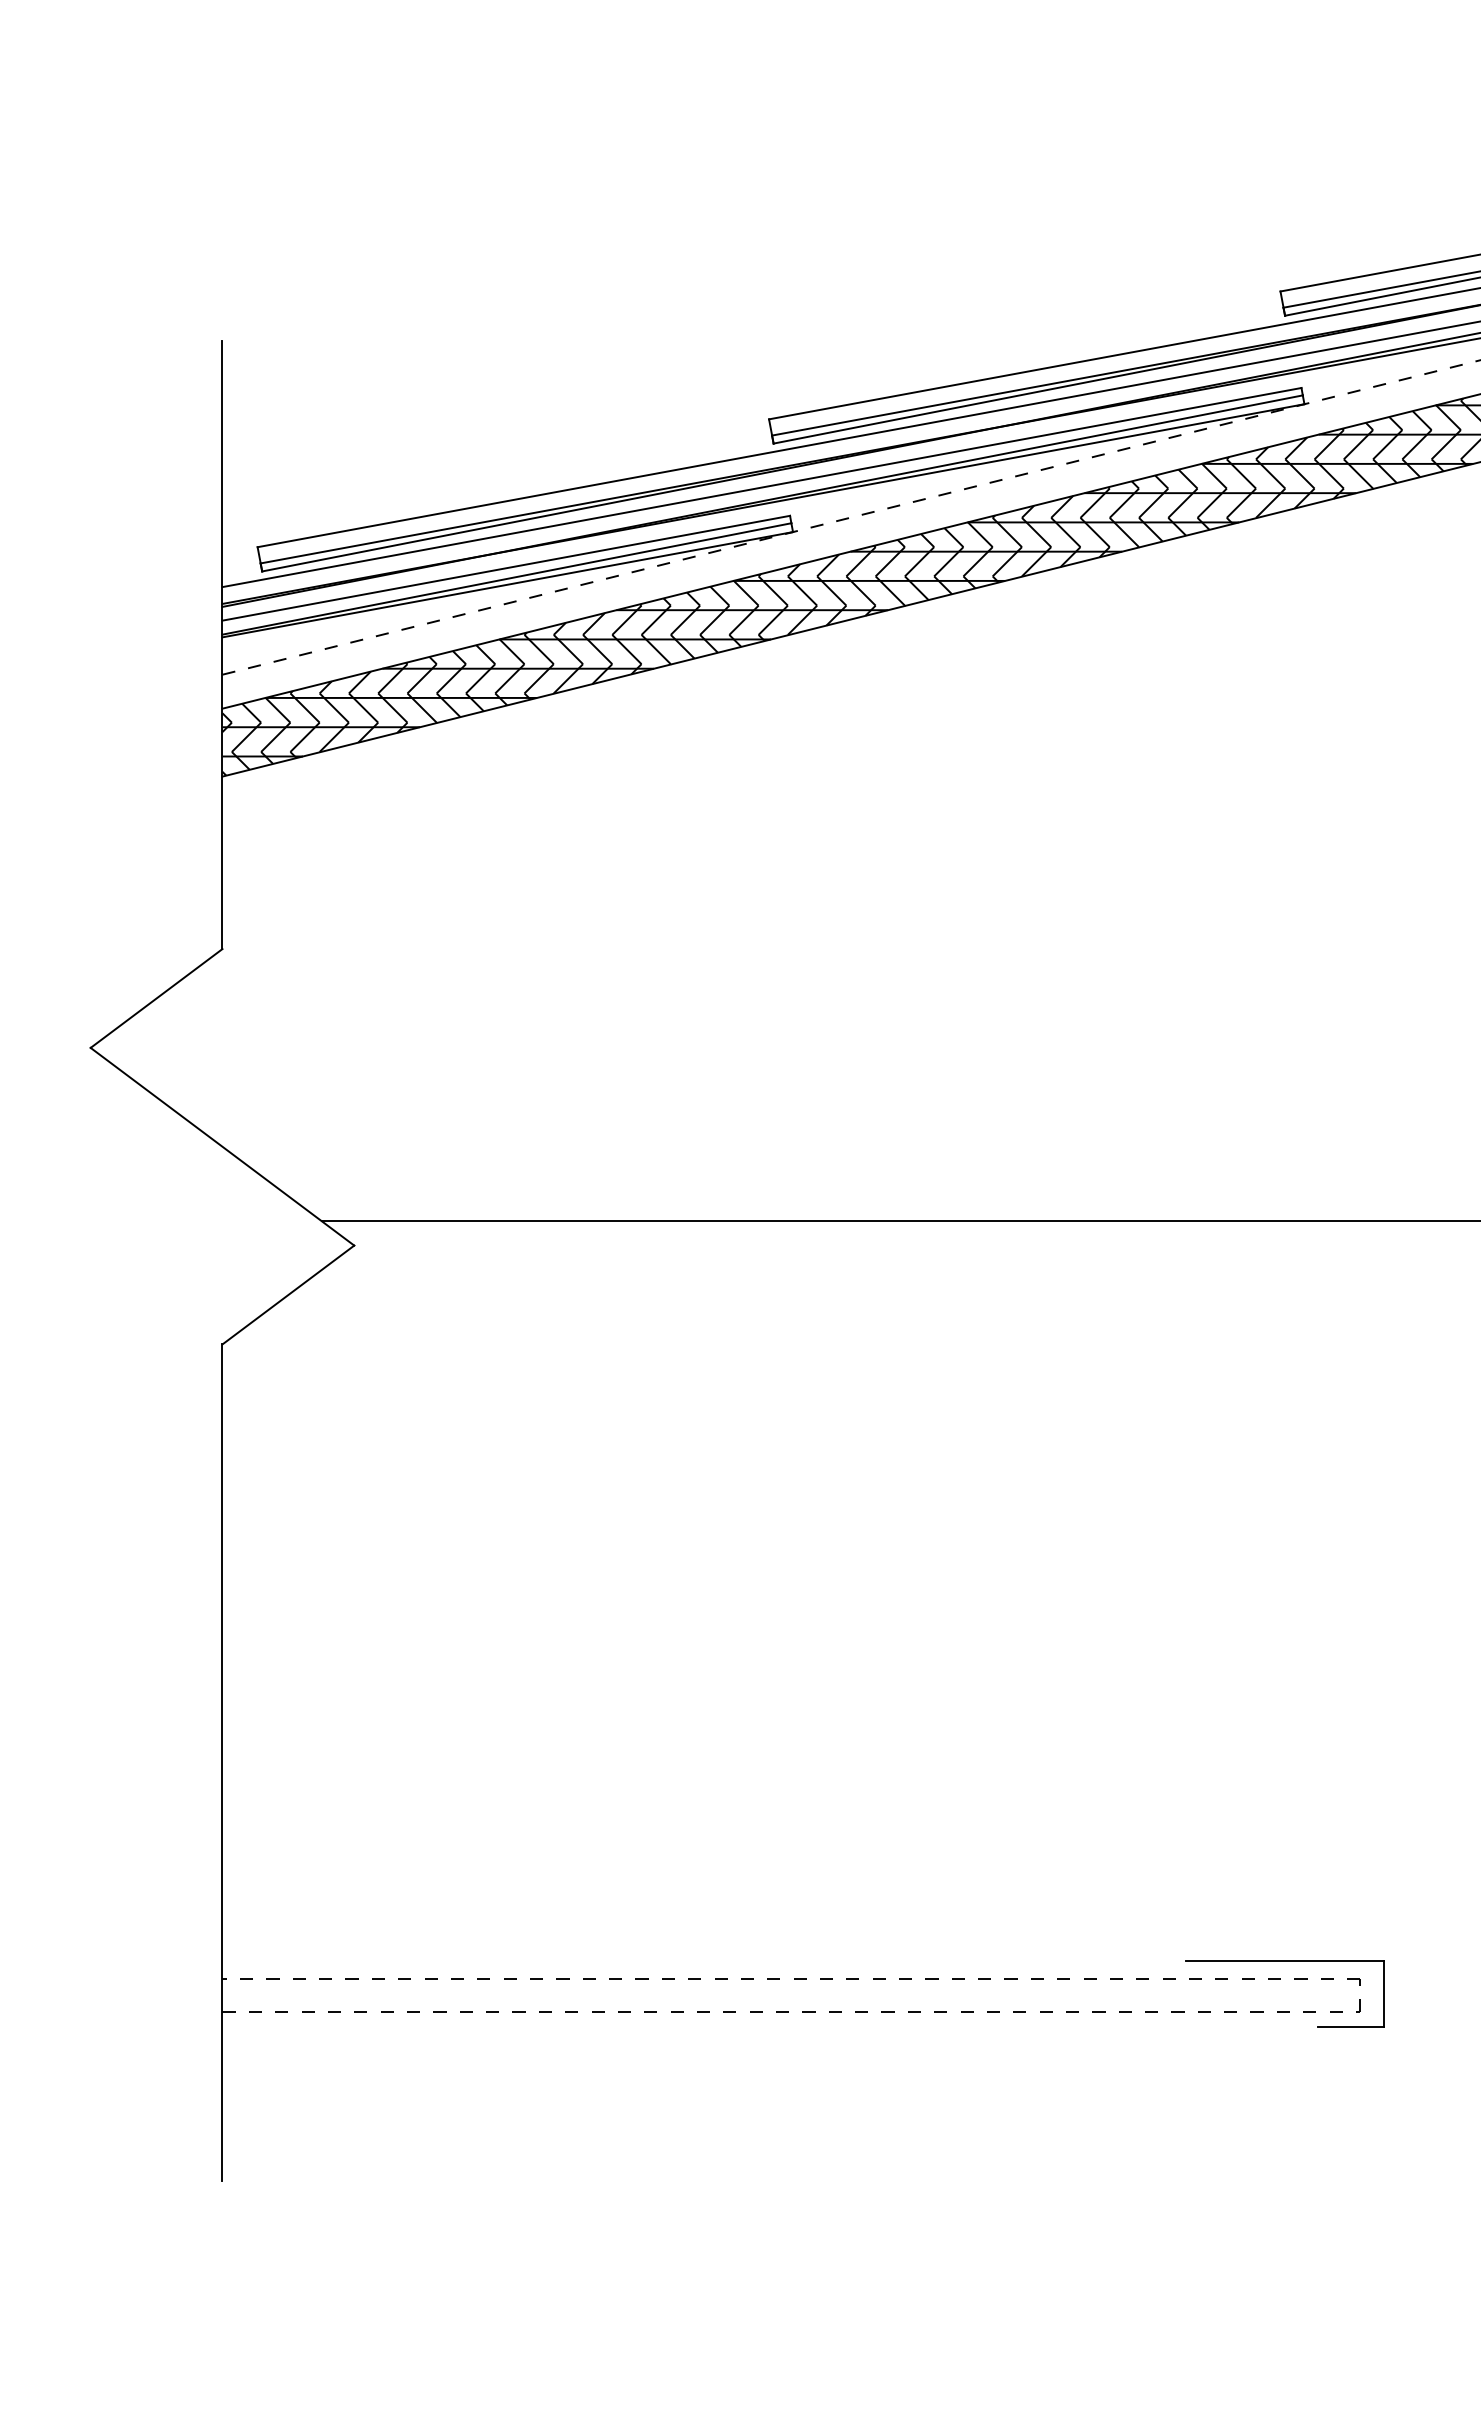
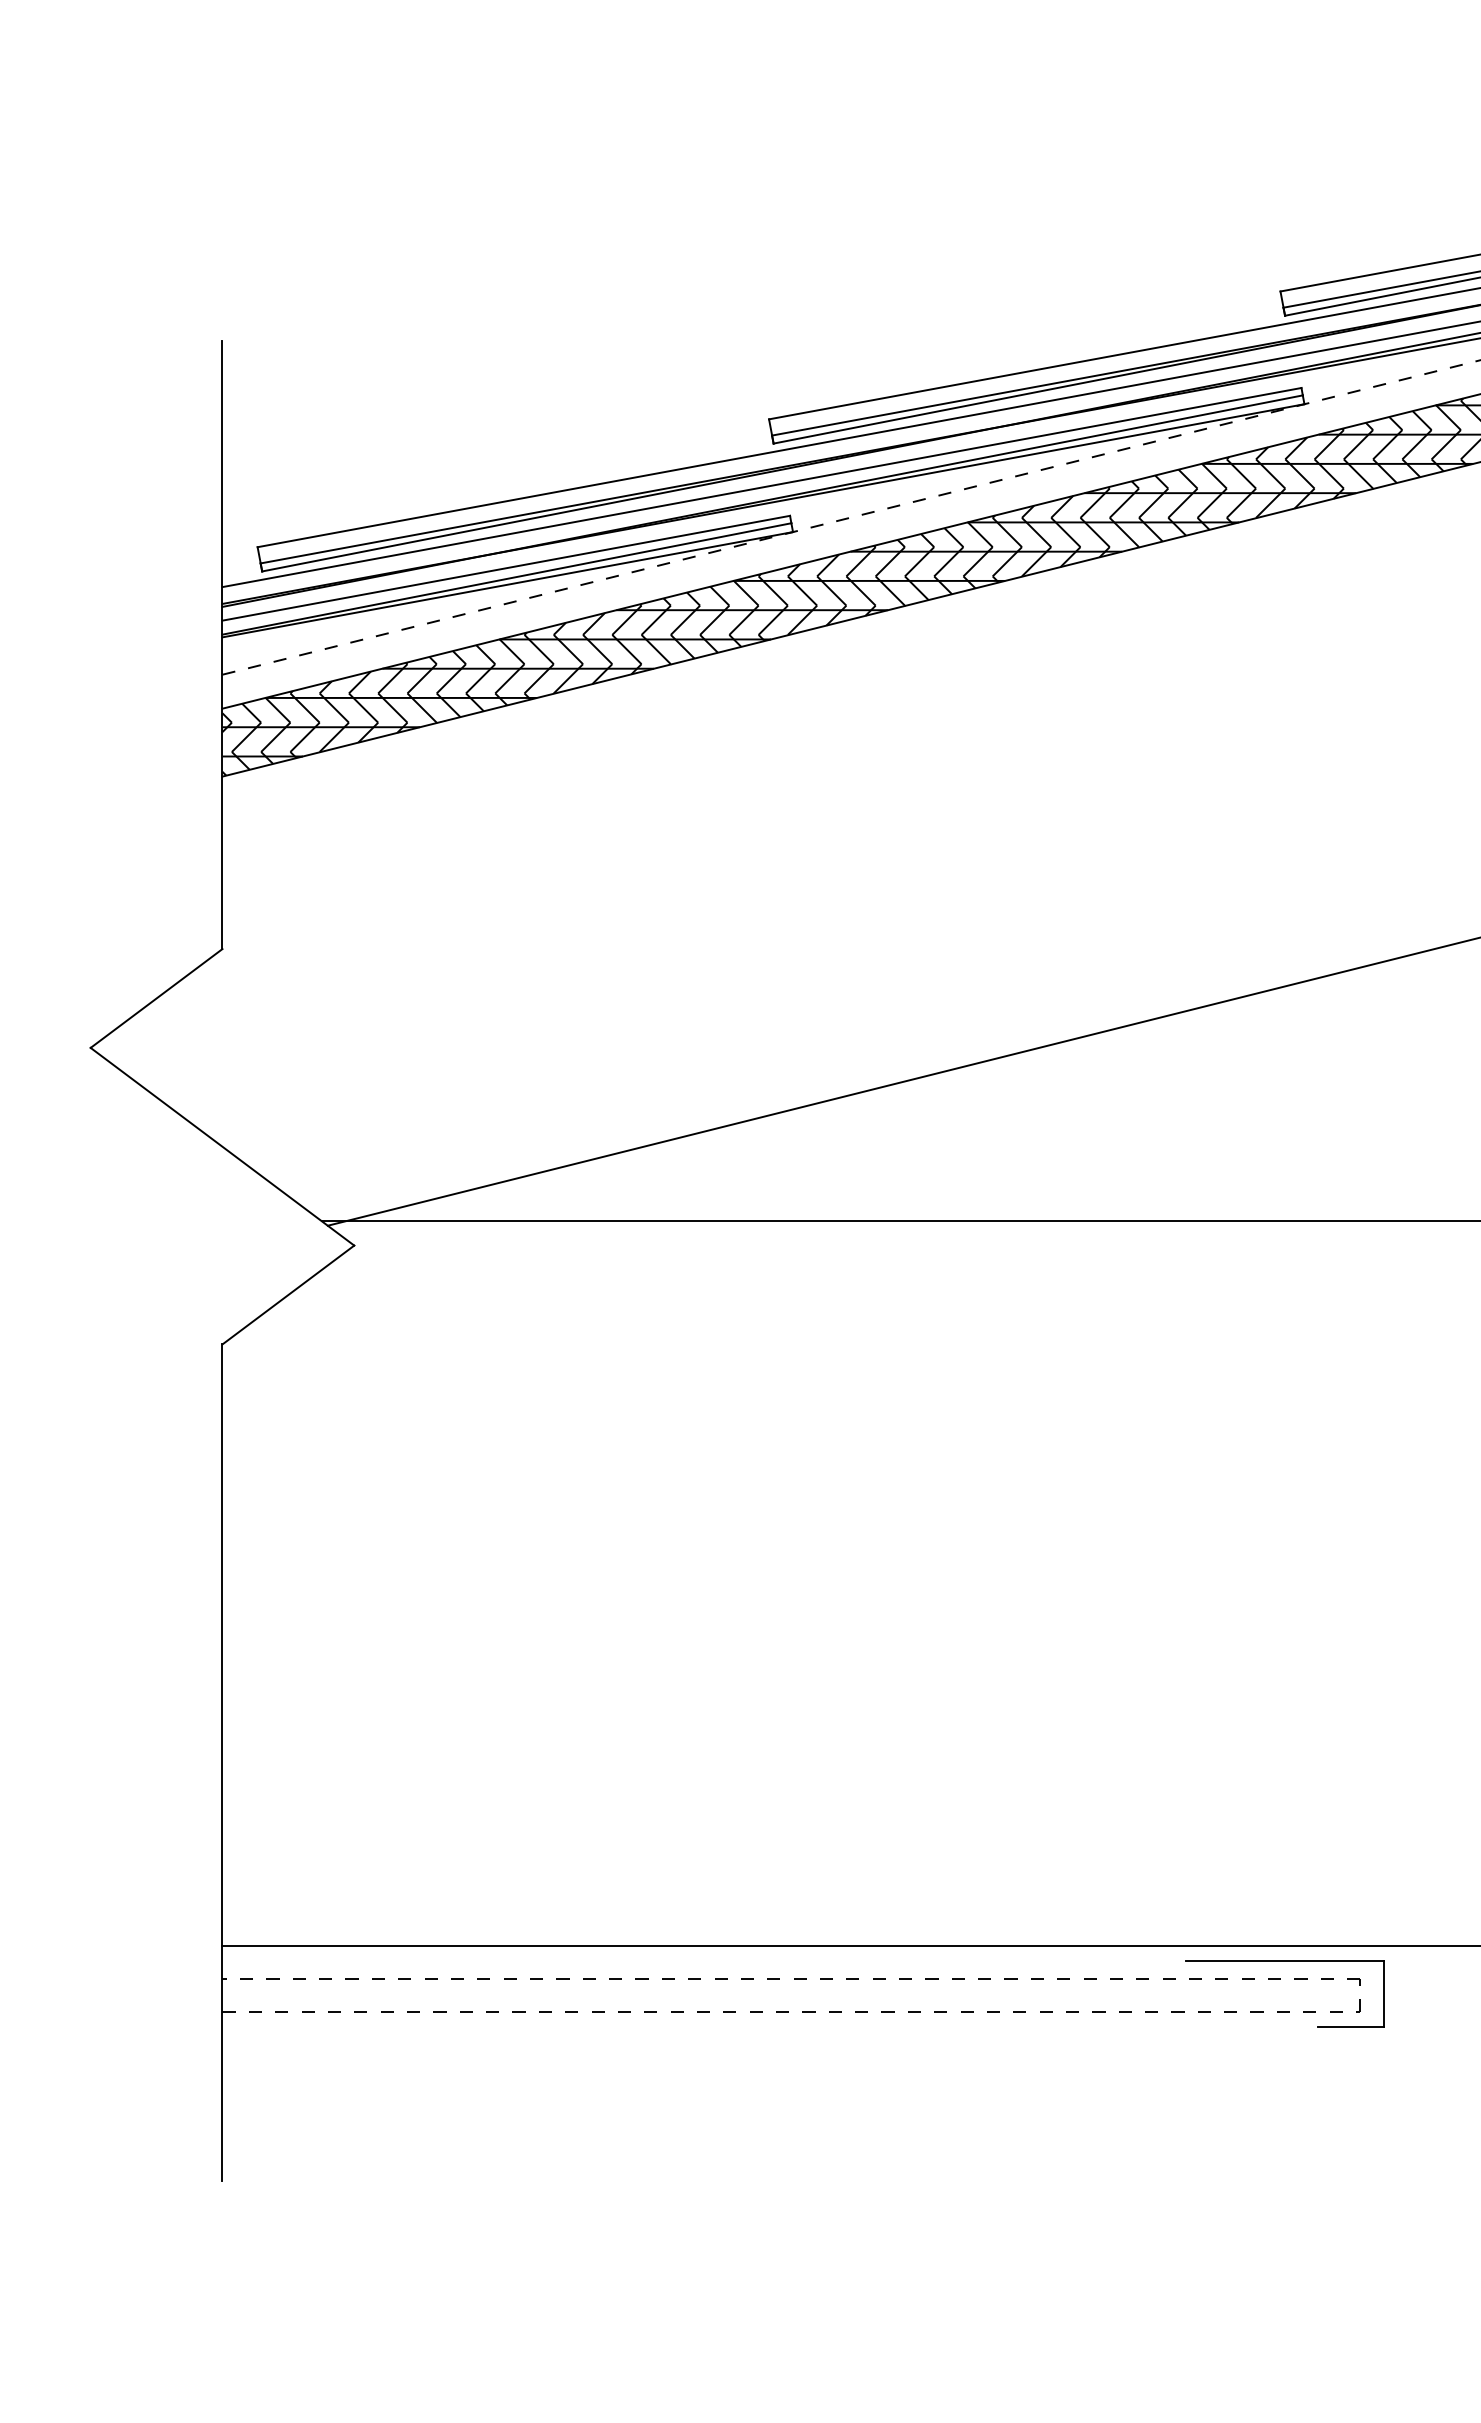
line at (902, 1081): none -> present
line at (849, 1946): none -> present
